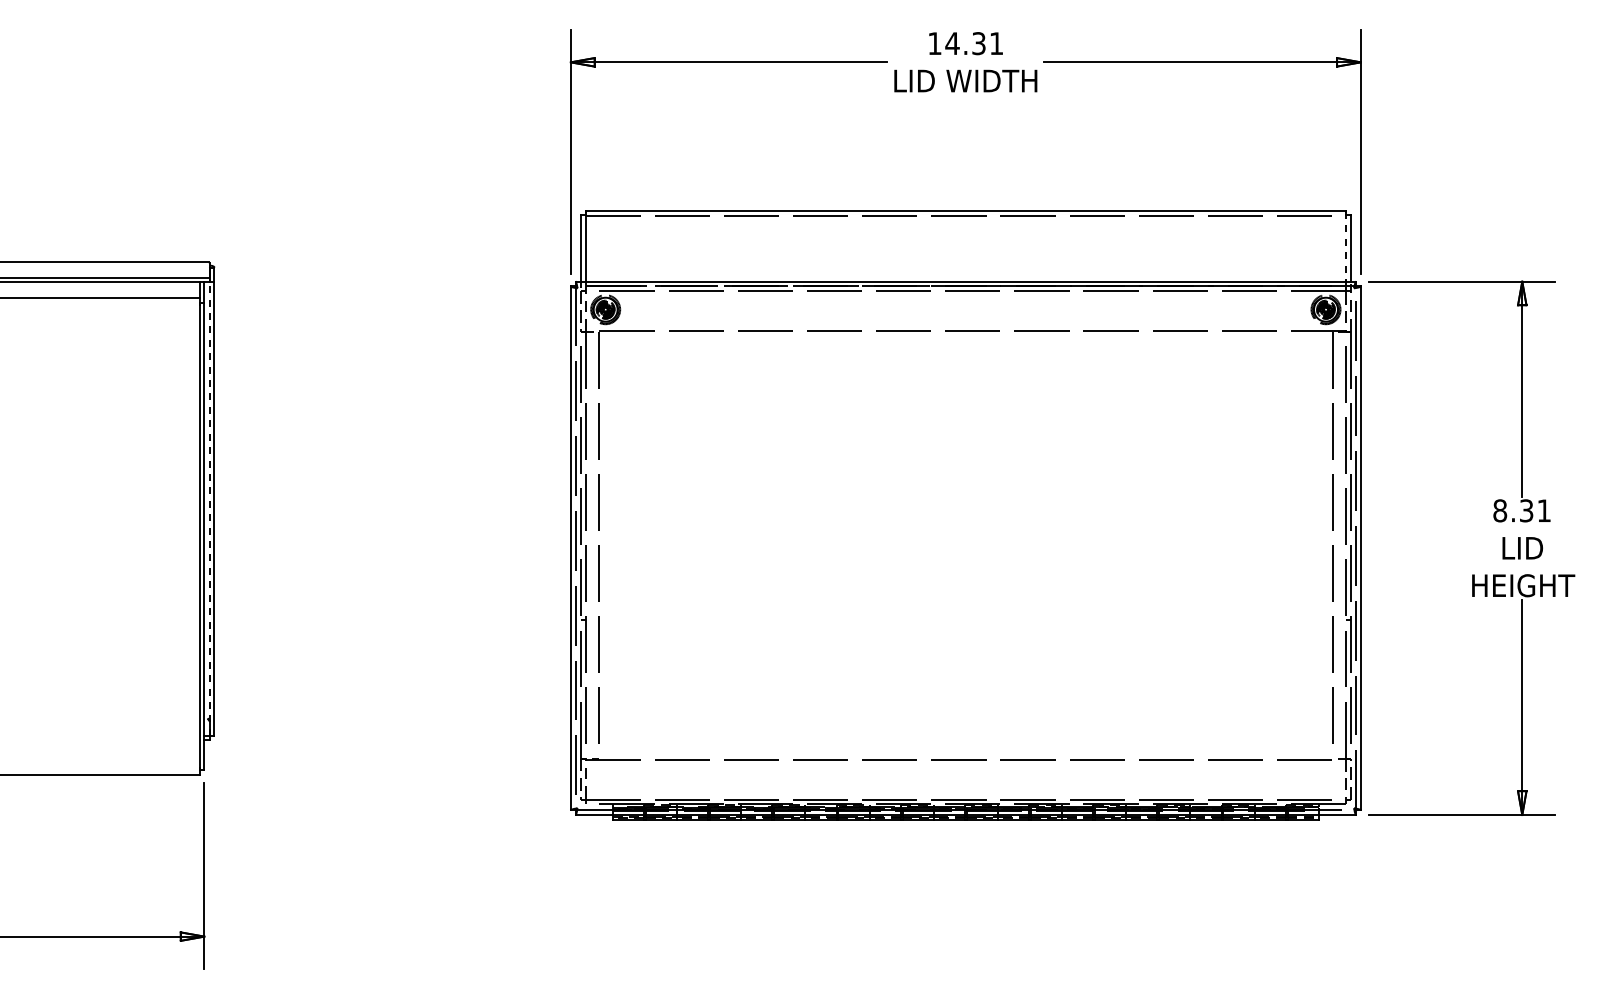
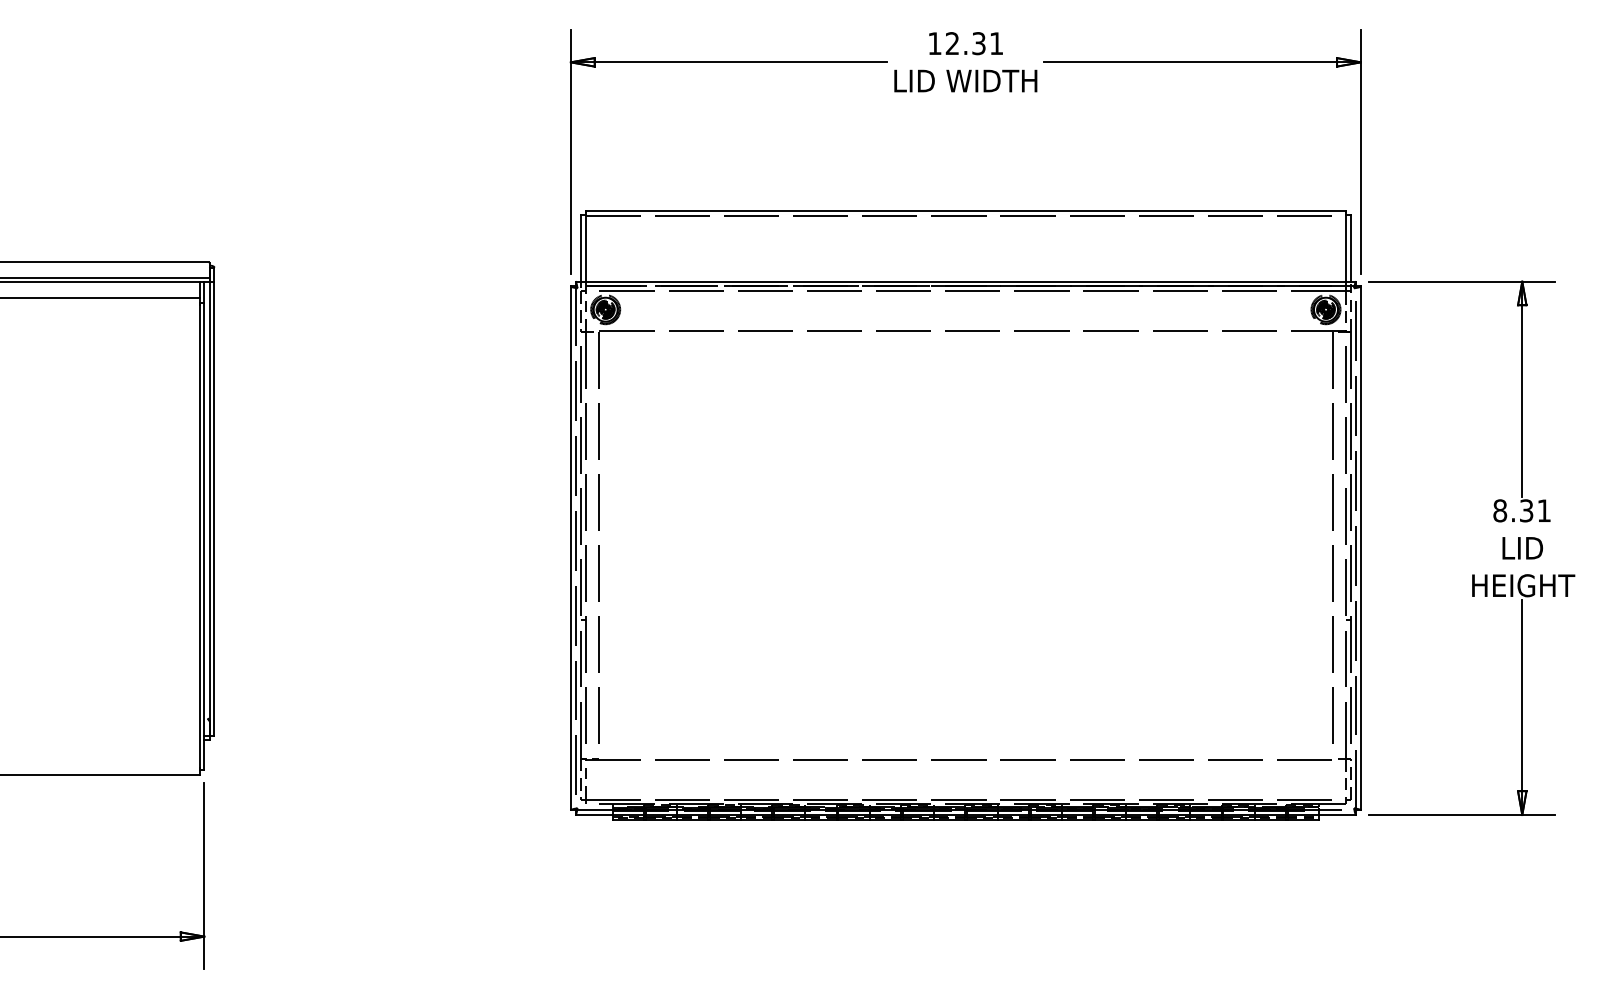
text at (952, 43): 14.31 -> 12.31
line at (1346, 246): dashed -> solid
line at (209, 509): dashed -> solid
